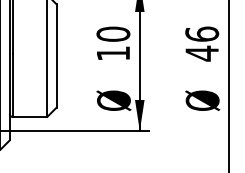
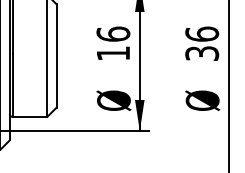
text at (113, 33): 10 -> 16
text at (202, 53): 46 -> 36
